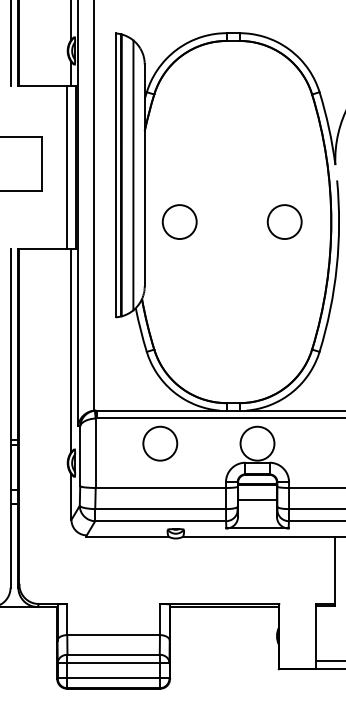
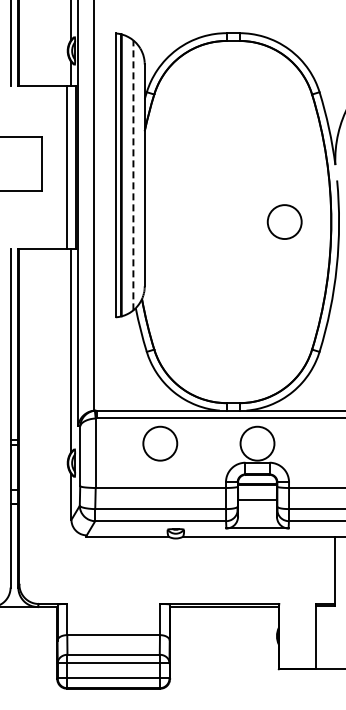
line at (133, 175): solid -> dashed
circle at (179, 221): present -> none
line at (328, 661): present -> none
